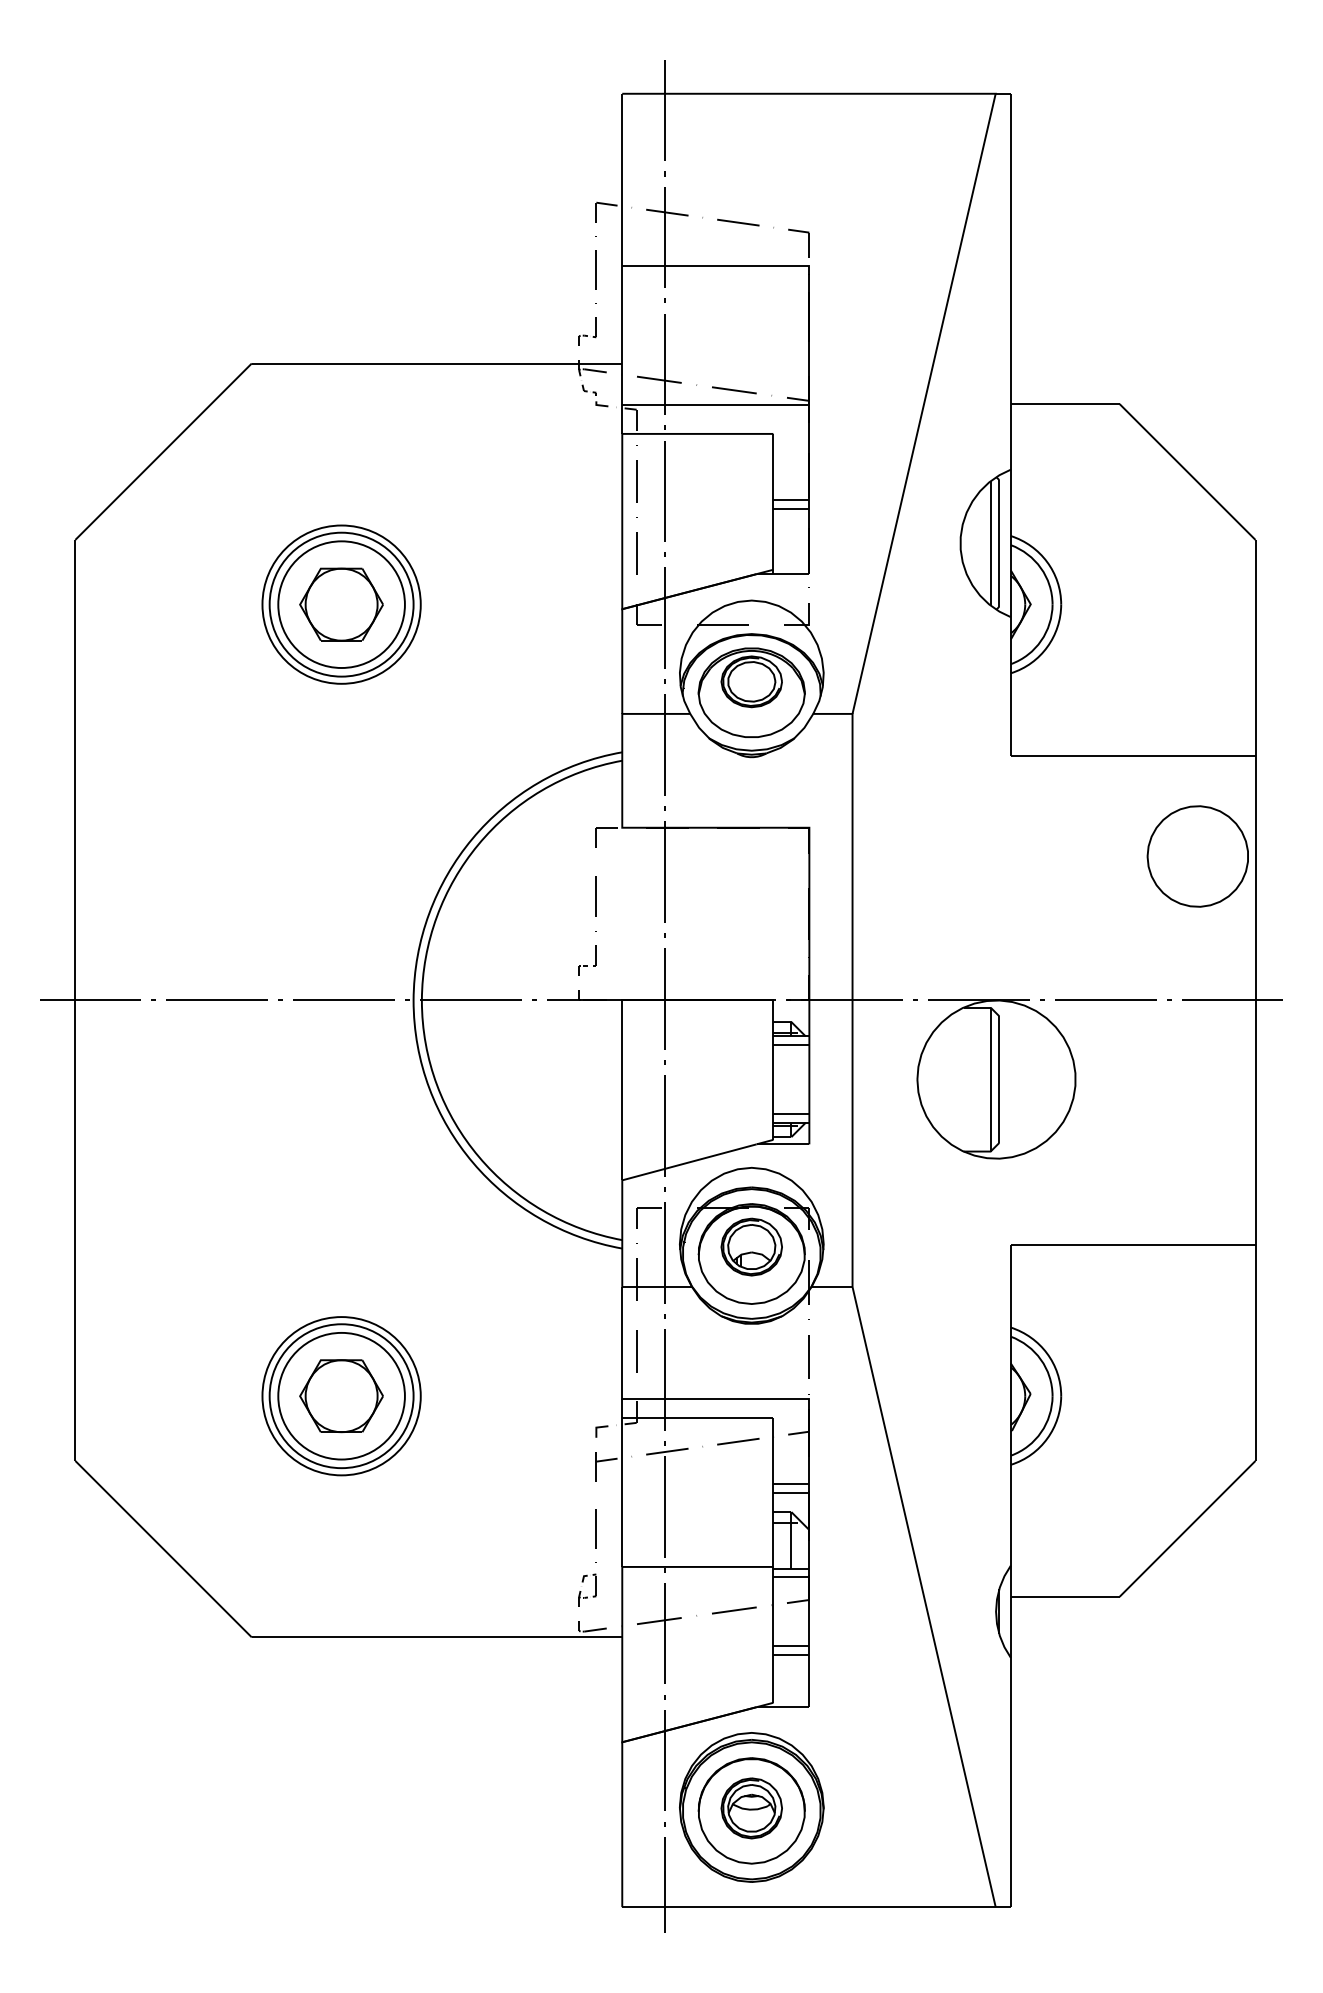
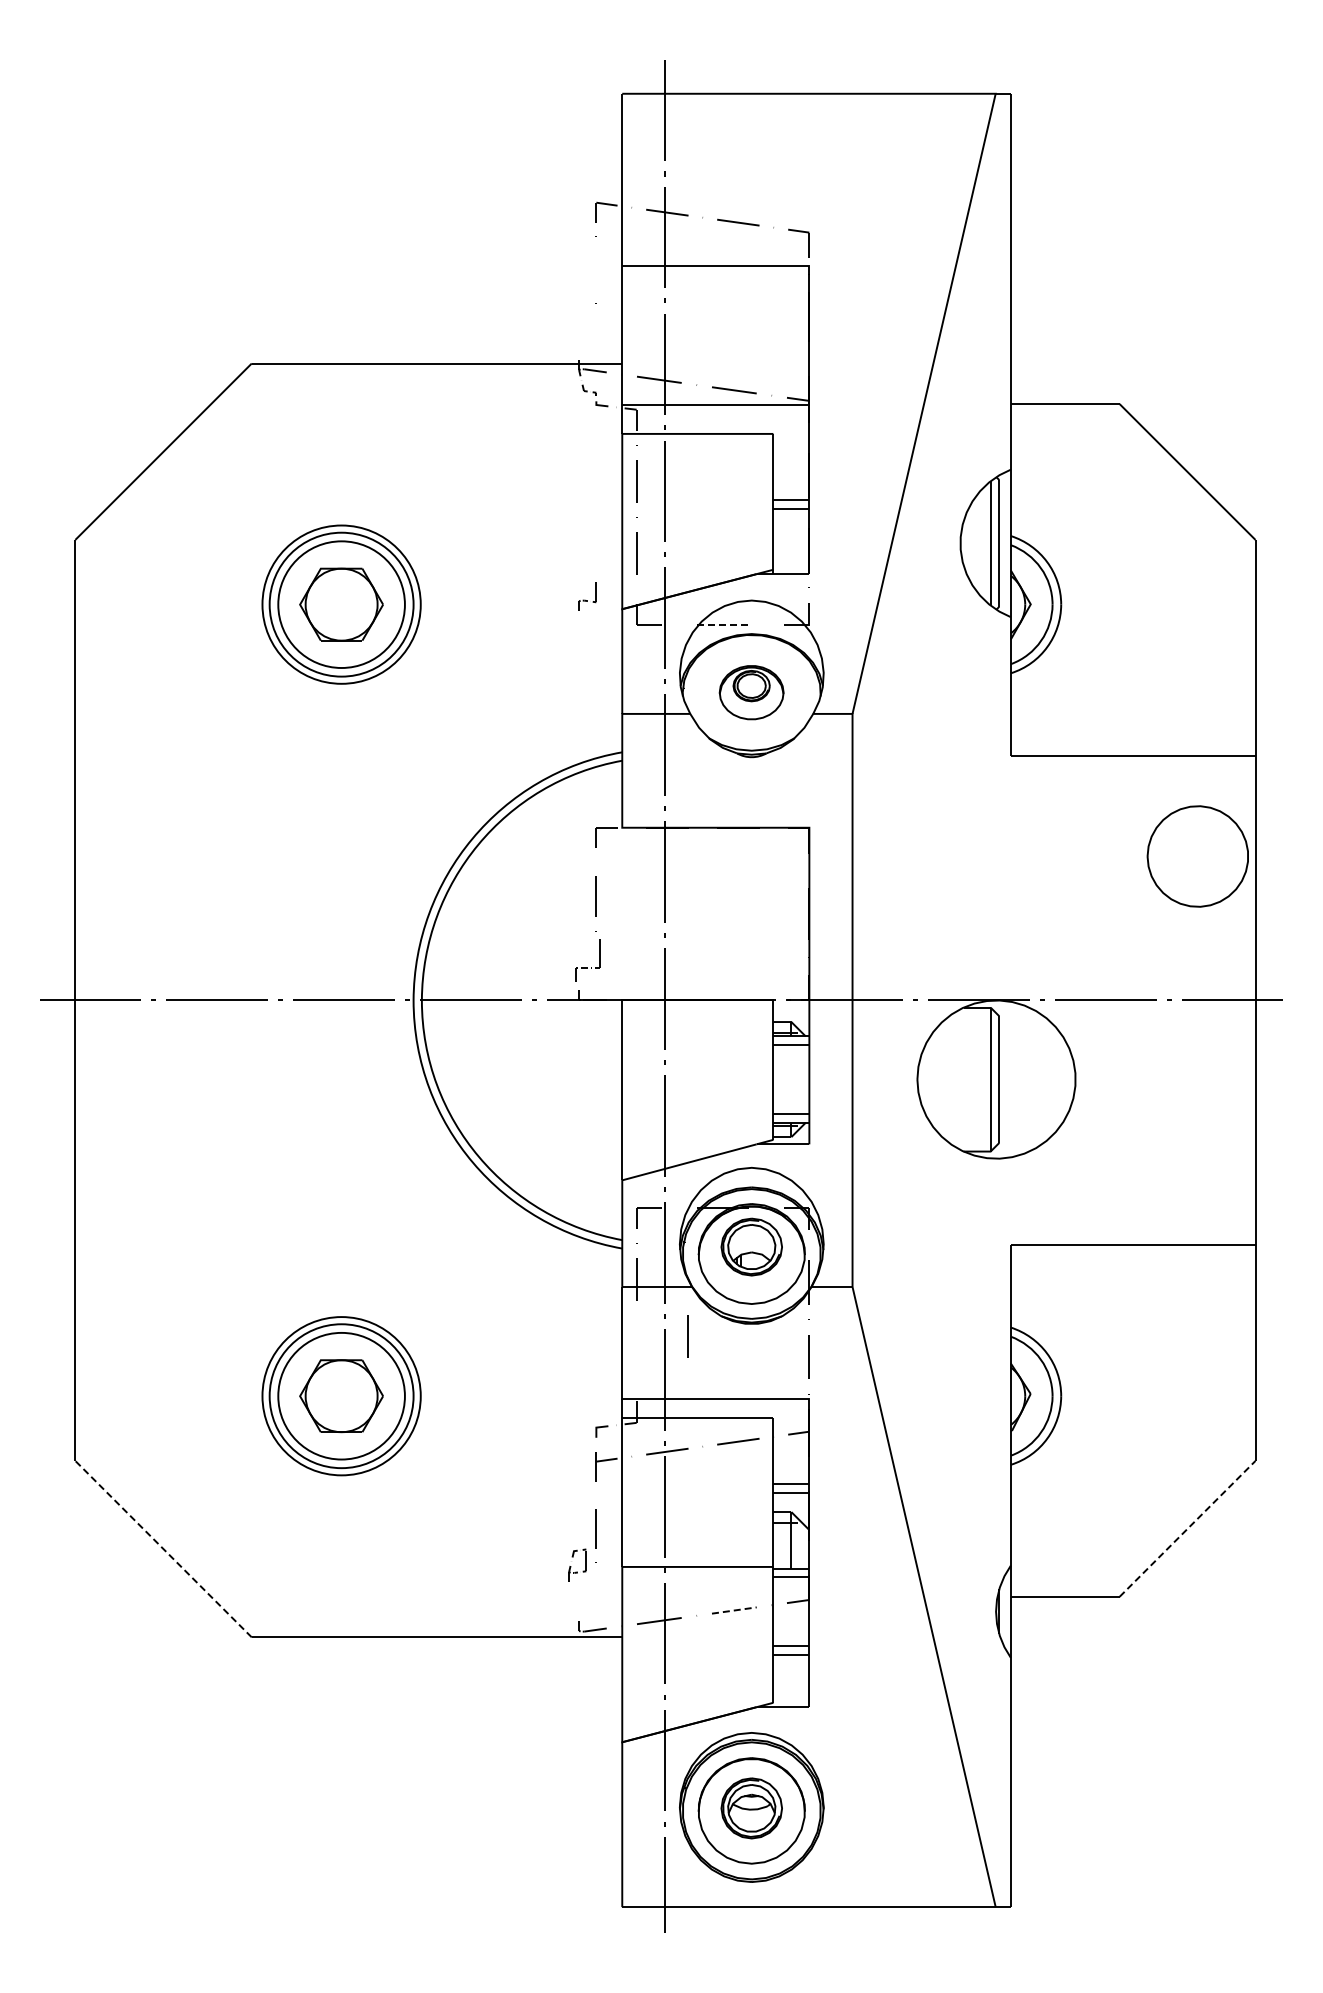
line at (595, 269): present -> none
part at (587, 331) position: (587, 331) -> (587, 596)
line at (723, 624): solid -> dashed
part at (751, 692) size: 109x91 px -> 67x56 px
part at (587, 960) size: 19x31 px -> 26x43 px
line at (636, 1351) position: (636, 1351) -> (687, 1336)
line at (1187, 1528): solid -> dashed
line at (163, 1549): solid -> dashed
part at (581, 1591) position: (581, 1591) -> (571, 1566)
line at (734, 1610): solid -> dashed
